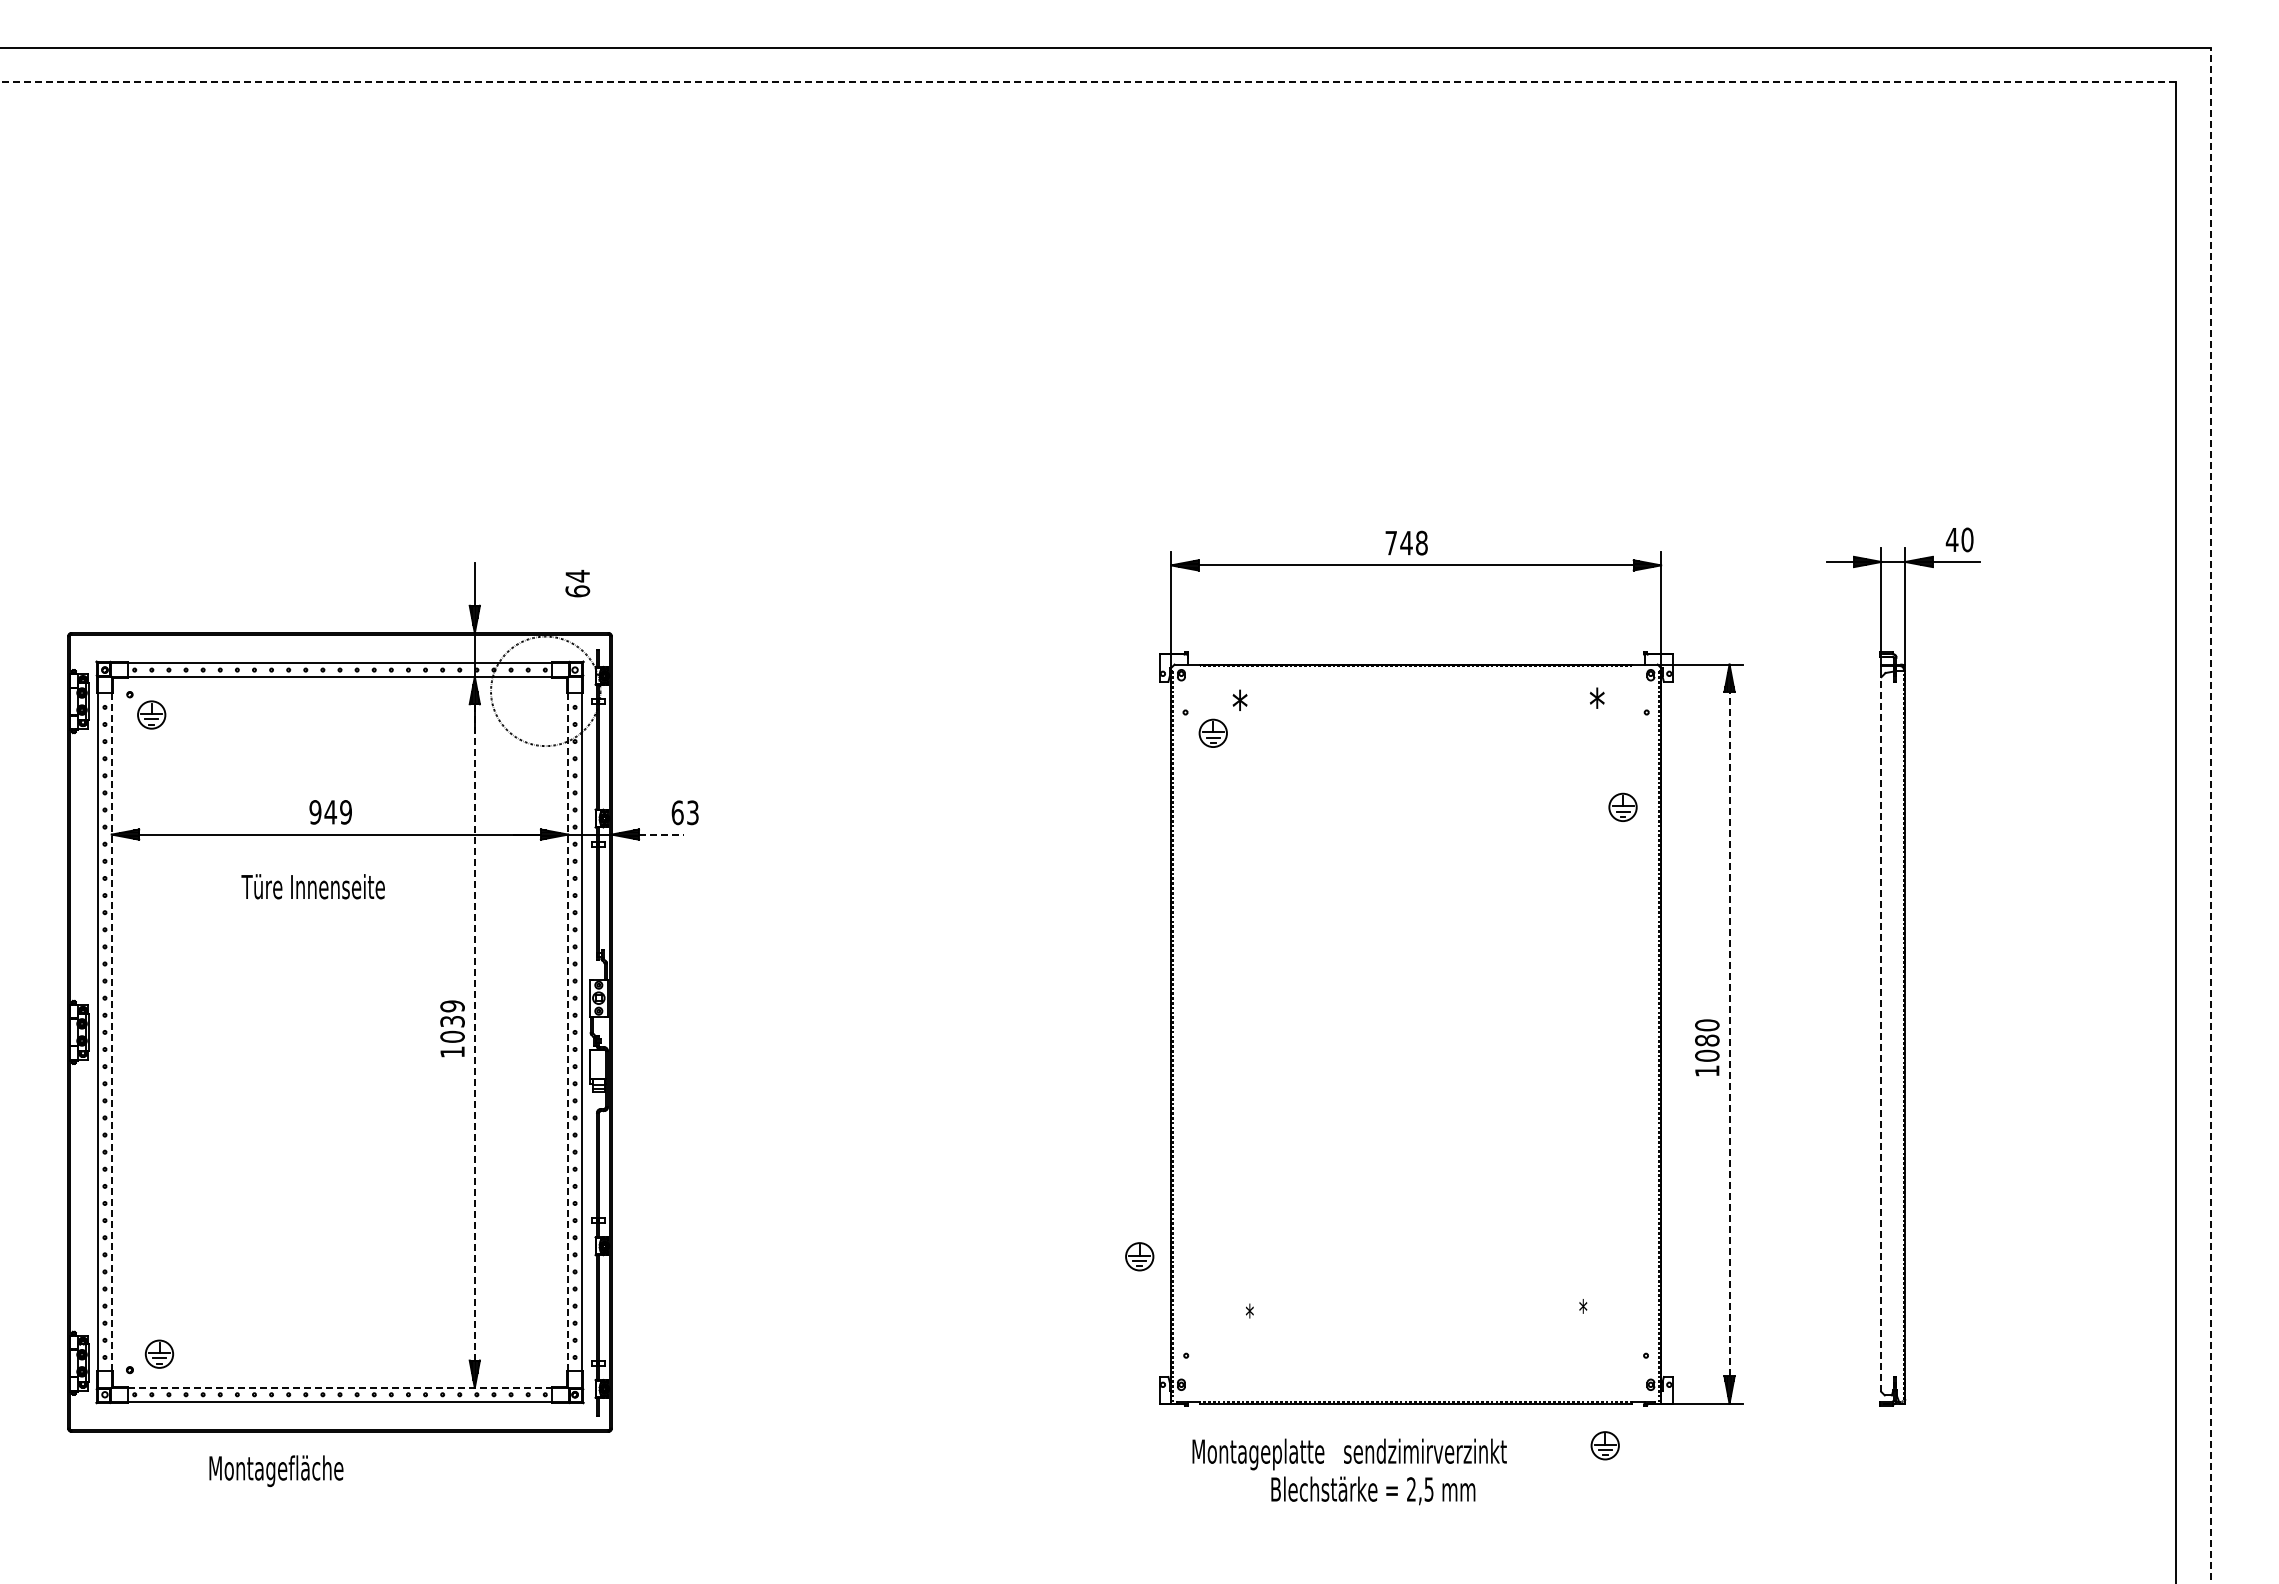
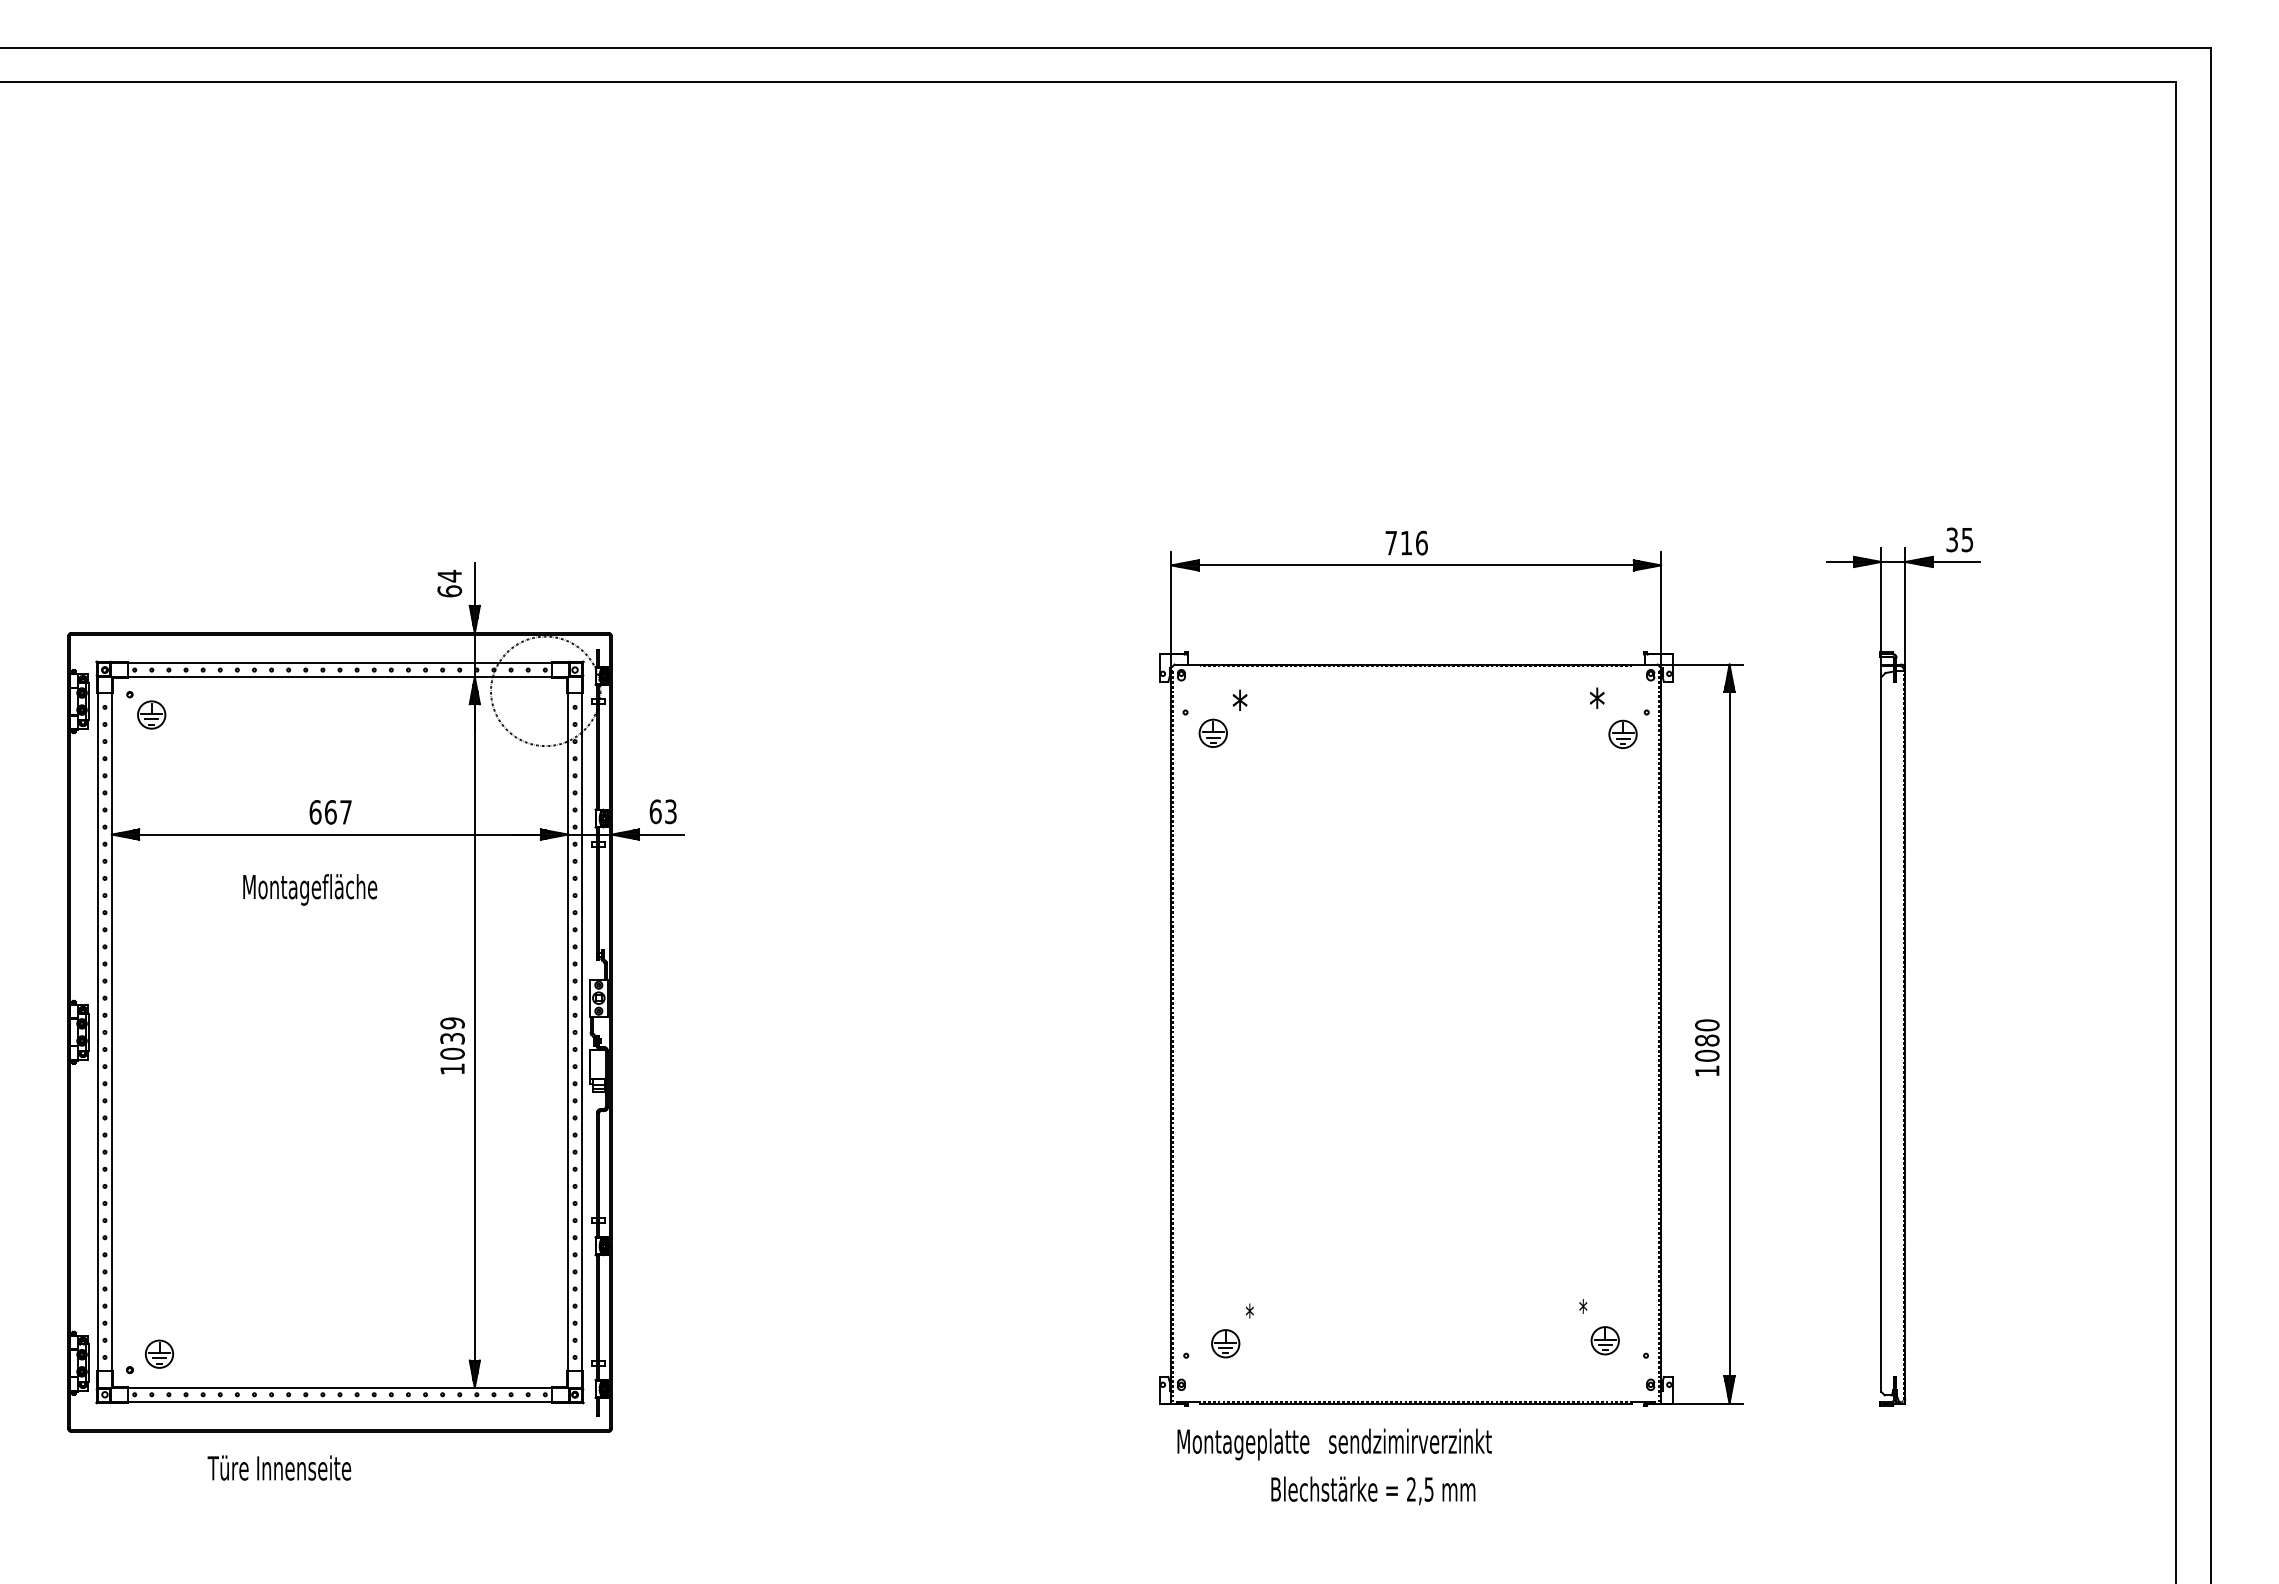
line at (1088, 81): dashed -> solid
text at (1959, 539): 40 -> 35
text at (1413, 542): 748 -> 716
text at (577, 583) position: (577, 583) -> (449, 583)
part at (1622, 806) position: (1622, 806) -> (1622, 733)
text at (330, 812): 949 -> 667
text at (684, 812) position: (684, 812) -> (662, 811)
line at (2210, 815): dashed -> solid
line at (661, 834): dashed -> solid
text at (312, 889): Türe Innenseite -> Montagefläche
text at (452, 1028) position: (452, 1028) -> (452, 1045)
line at (111, 1031): dashed -> solid
line at (474, 1031): dashed -> solid
line at (568, 1031): dashed -> solid
line at (1729, 1033): dashed -> solid
line at (1881, 1034): dashed -> solid
part at (1139, 1256) position: (1139, 1256) -> (1225, 1343)
line at (340, 1387): dashed -> solid
part at (1604, 1445) position: (1604, 1445) -> (1604, 1340)
text at (1349, 1454) position: (1349, 1454) -> (1334, 1444)
text at (279, 1471): Montagefläche -> Türe Innenseite
